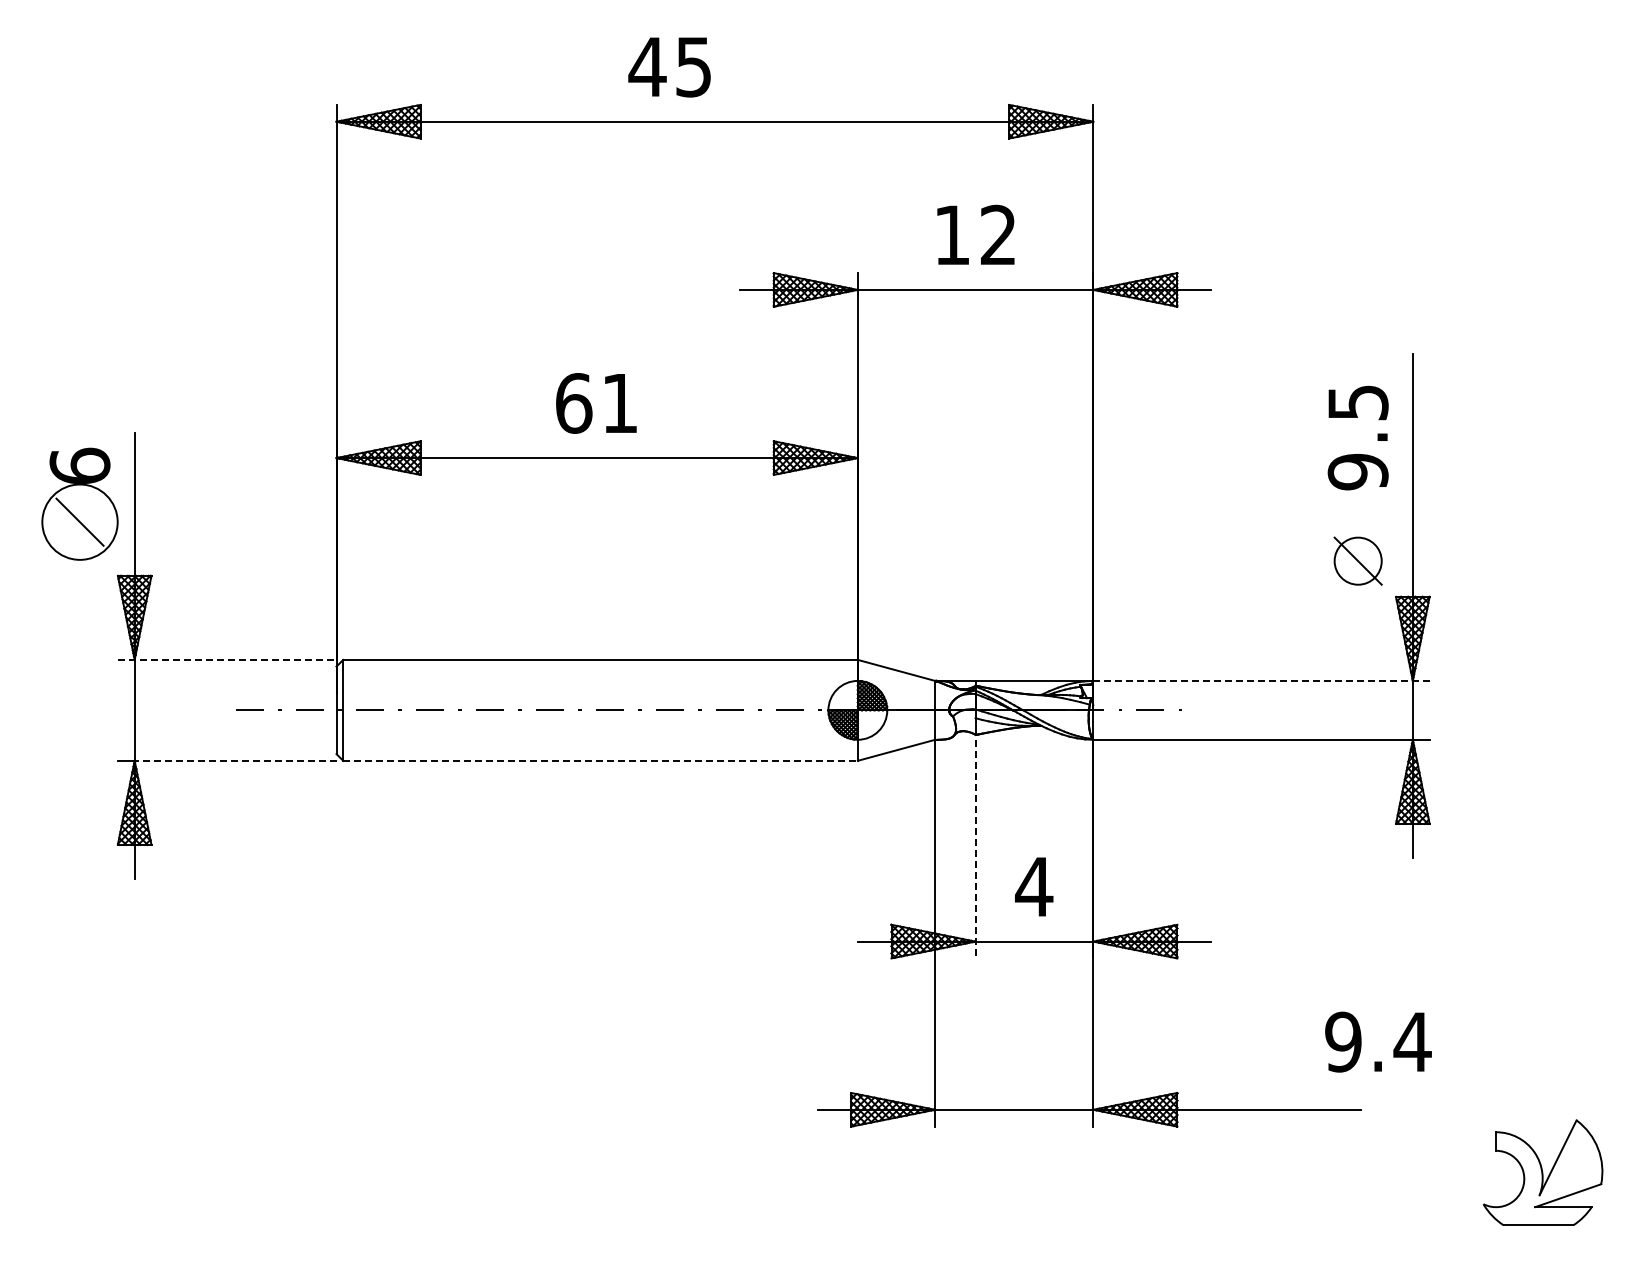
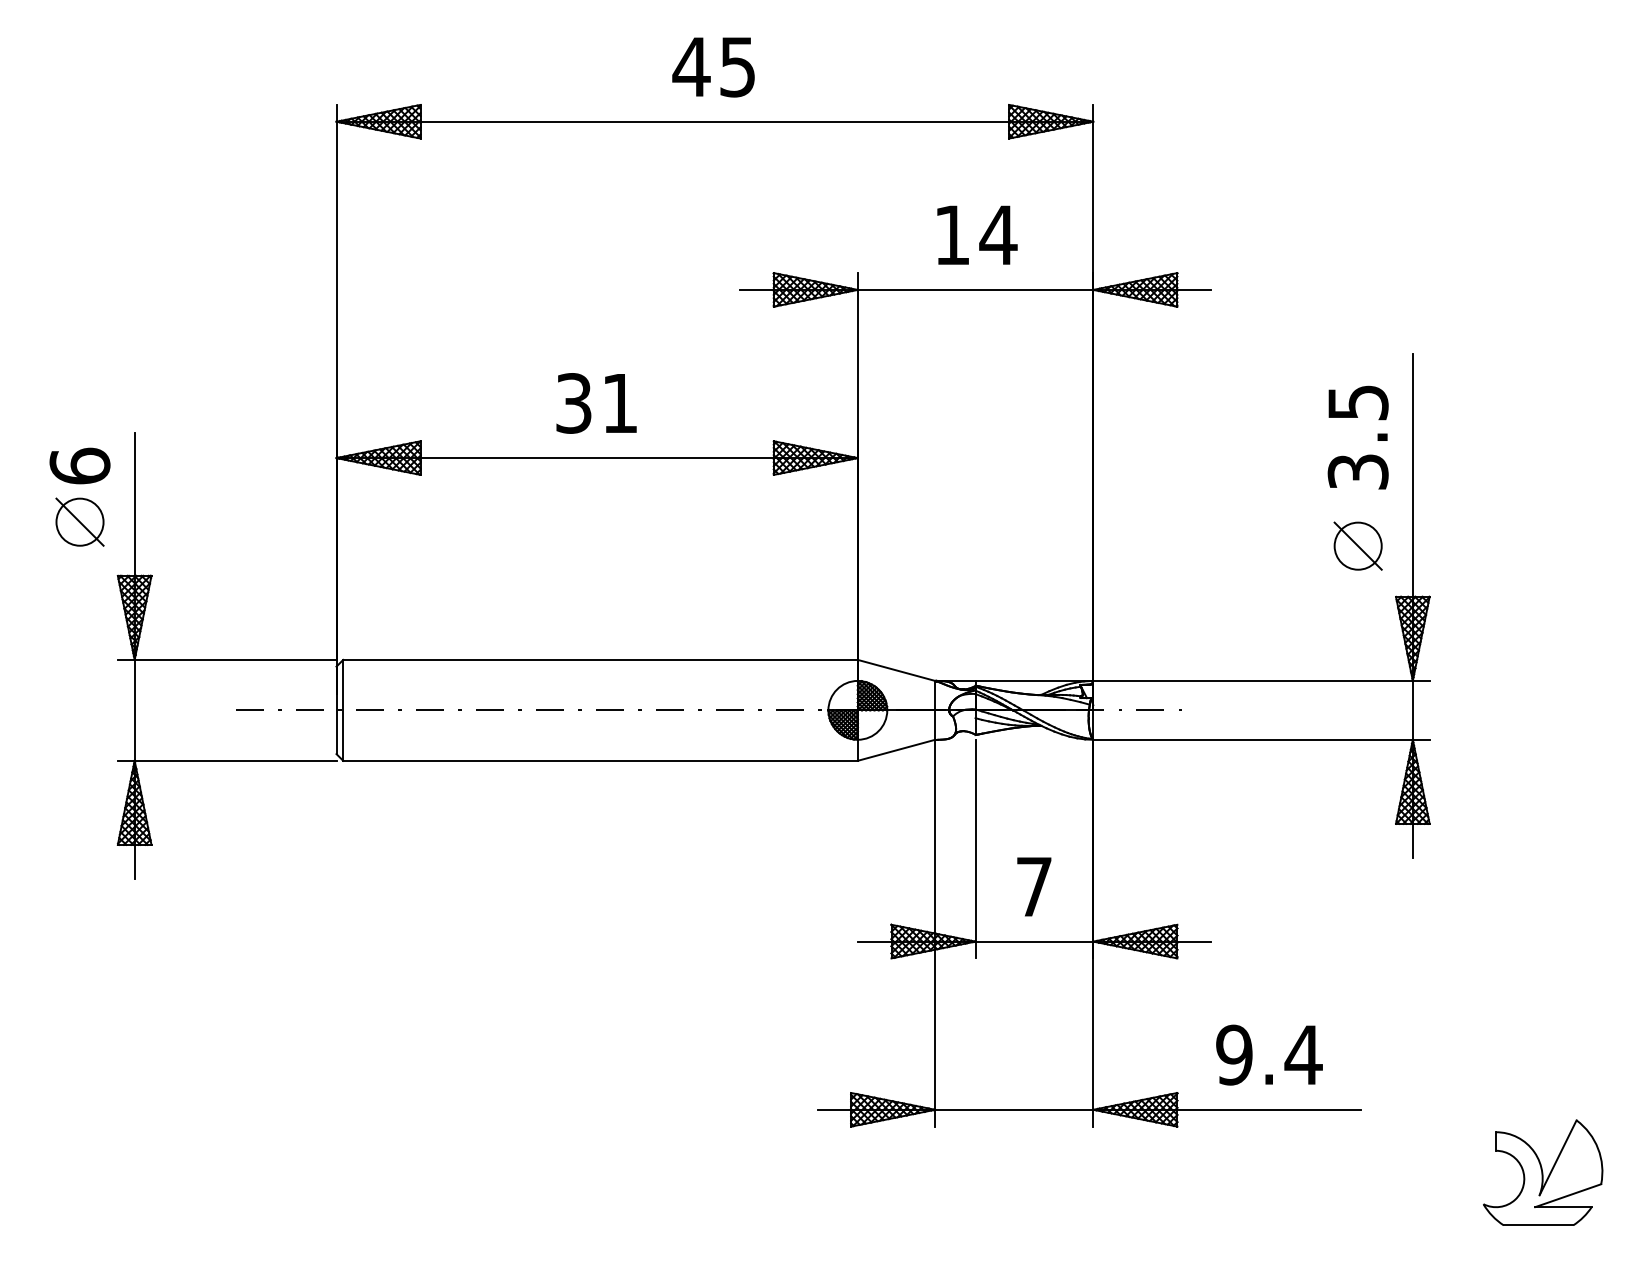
text at (669, 67) position: (669, 67) -> (713, 67)
text at (998, 234): 12 -> 14
text at (574, 403): 61 -> 31
text at (1357, 472): 9.5 -> 3.5
circle at (79, 521) diameter: 75 px -> 47 px
part at (1357, 560) position: (1357, 560) -> (1357, 545)
line at (227, 659): dashed -> solid
line at (1260, 680): dashed -> solid
line at (235, 760): dashed -> solid
line at (601, 760): dashed -> solid
line at (975, 849): dashed -> solid
text at (1033, 886): 4 -> 7
text at (1378, 1041) position: (1378, 1041) -> (1269, 1054)
